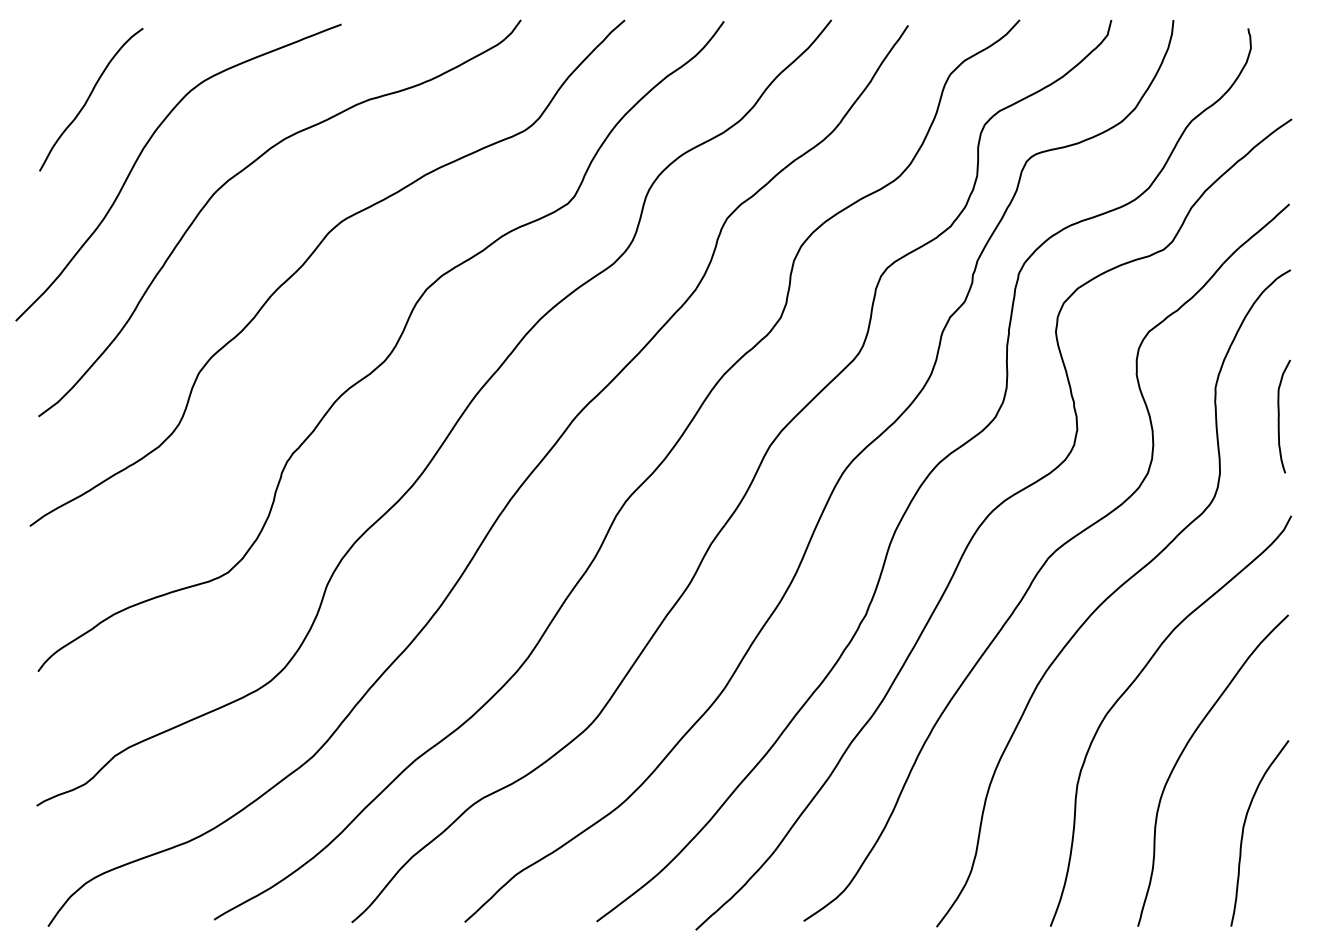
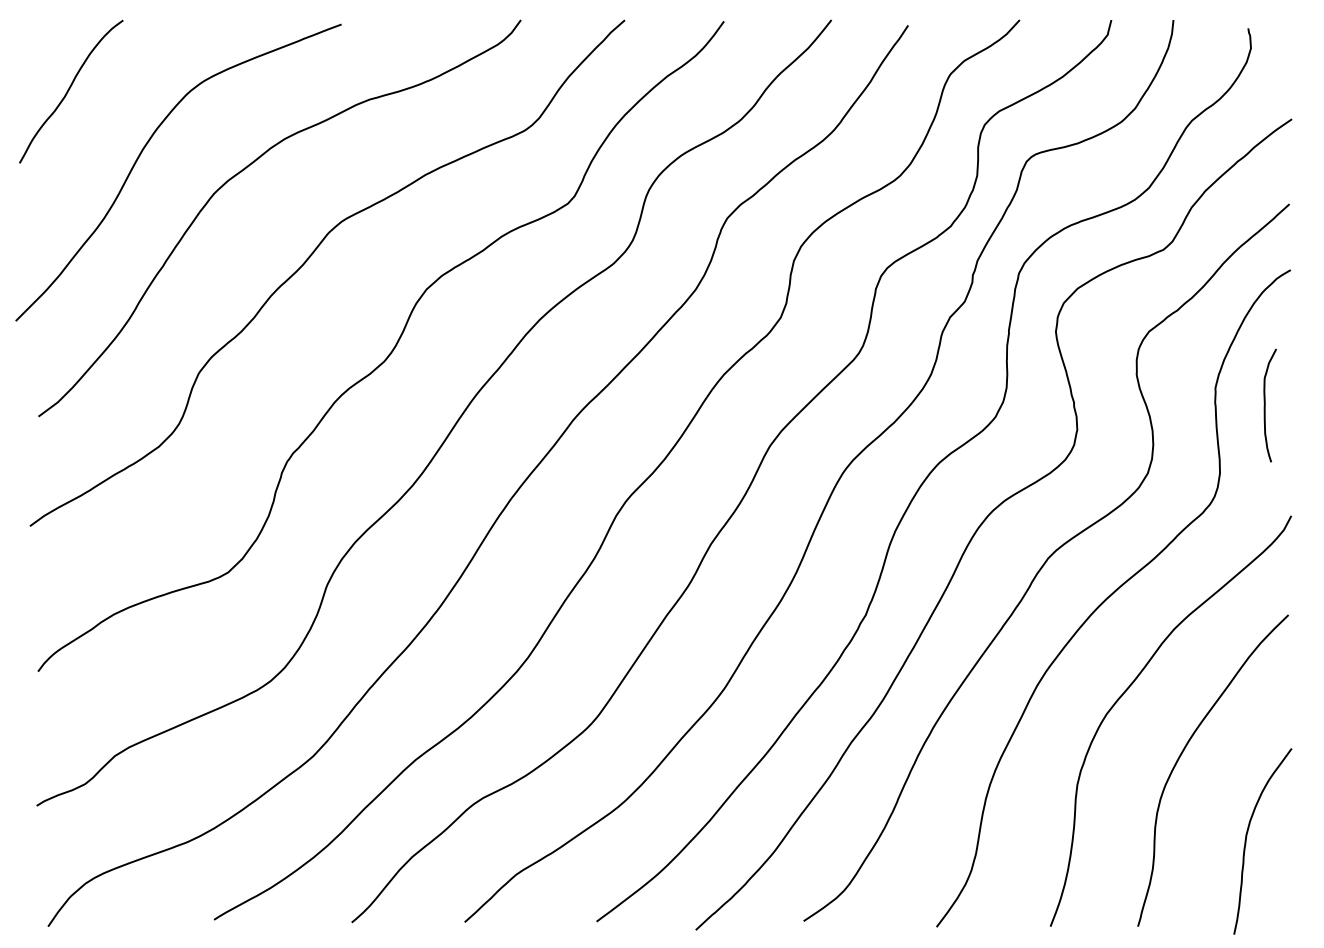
curve at (89, 98) position: (89, 98) -> (69, 90)
curve at (1279, 416) position: (1279, 416) -> (1265, 405)
curve at (1244, 828) position: (1244, 828) -> (1247, 836)
